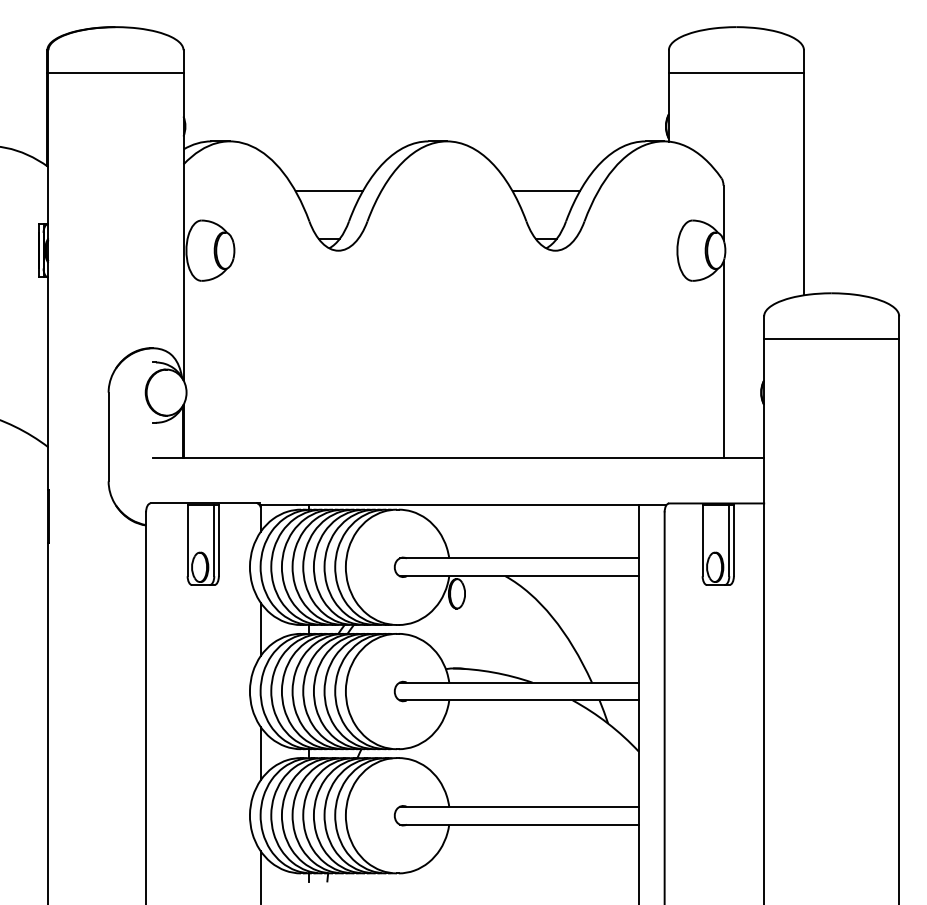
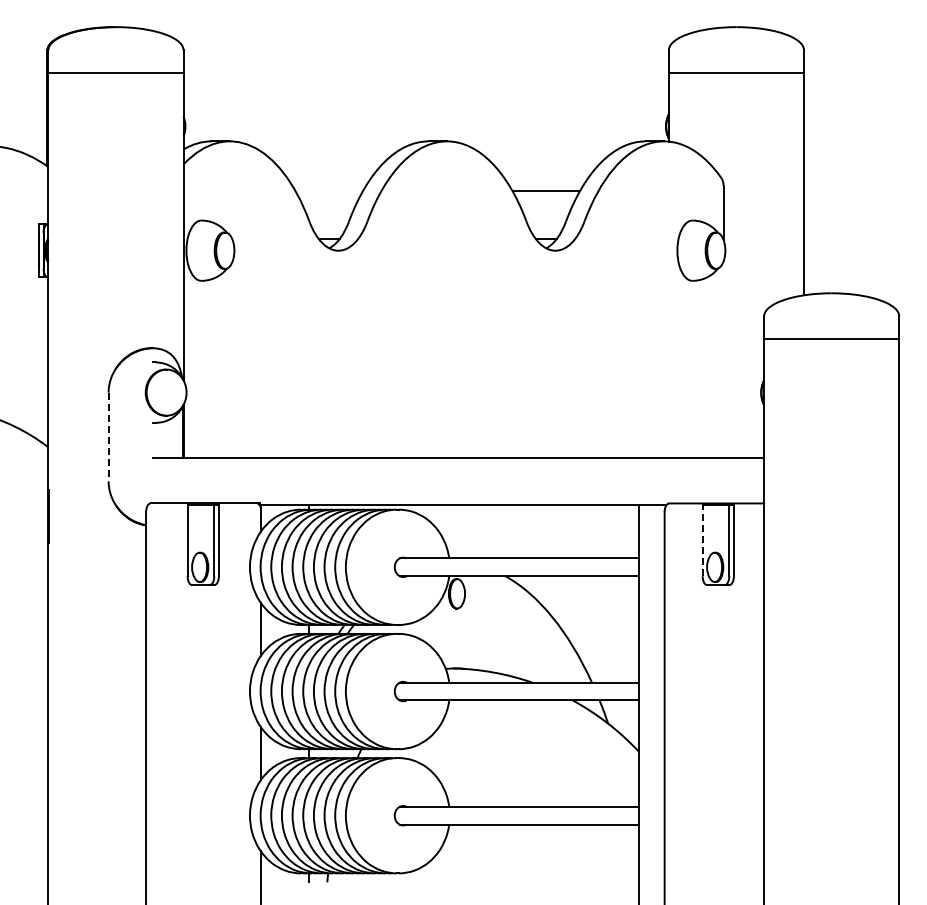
line at (328, 191): present -> none
line at (723, 359): present -> none
line at (108, 437): solid -> dashed
line at (702, 540): solid -> dashed
